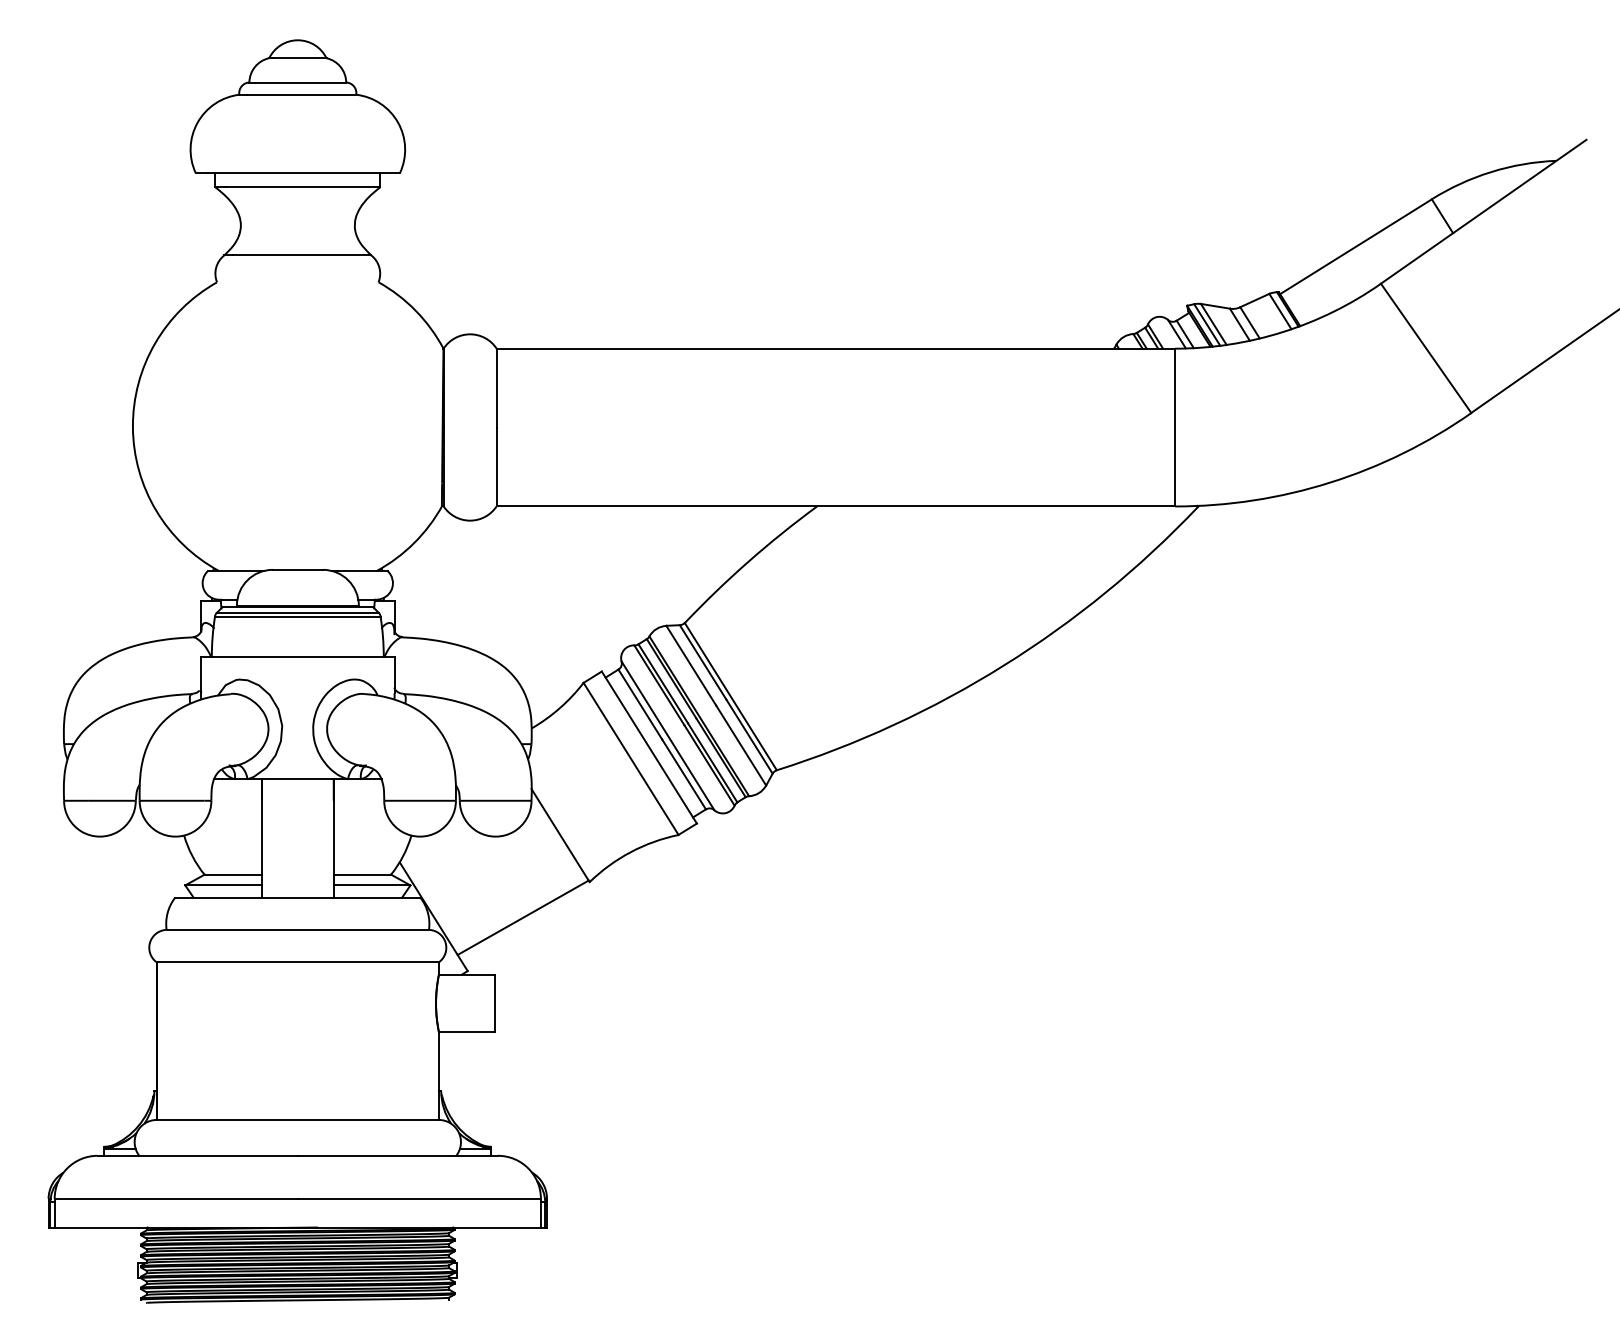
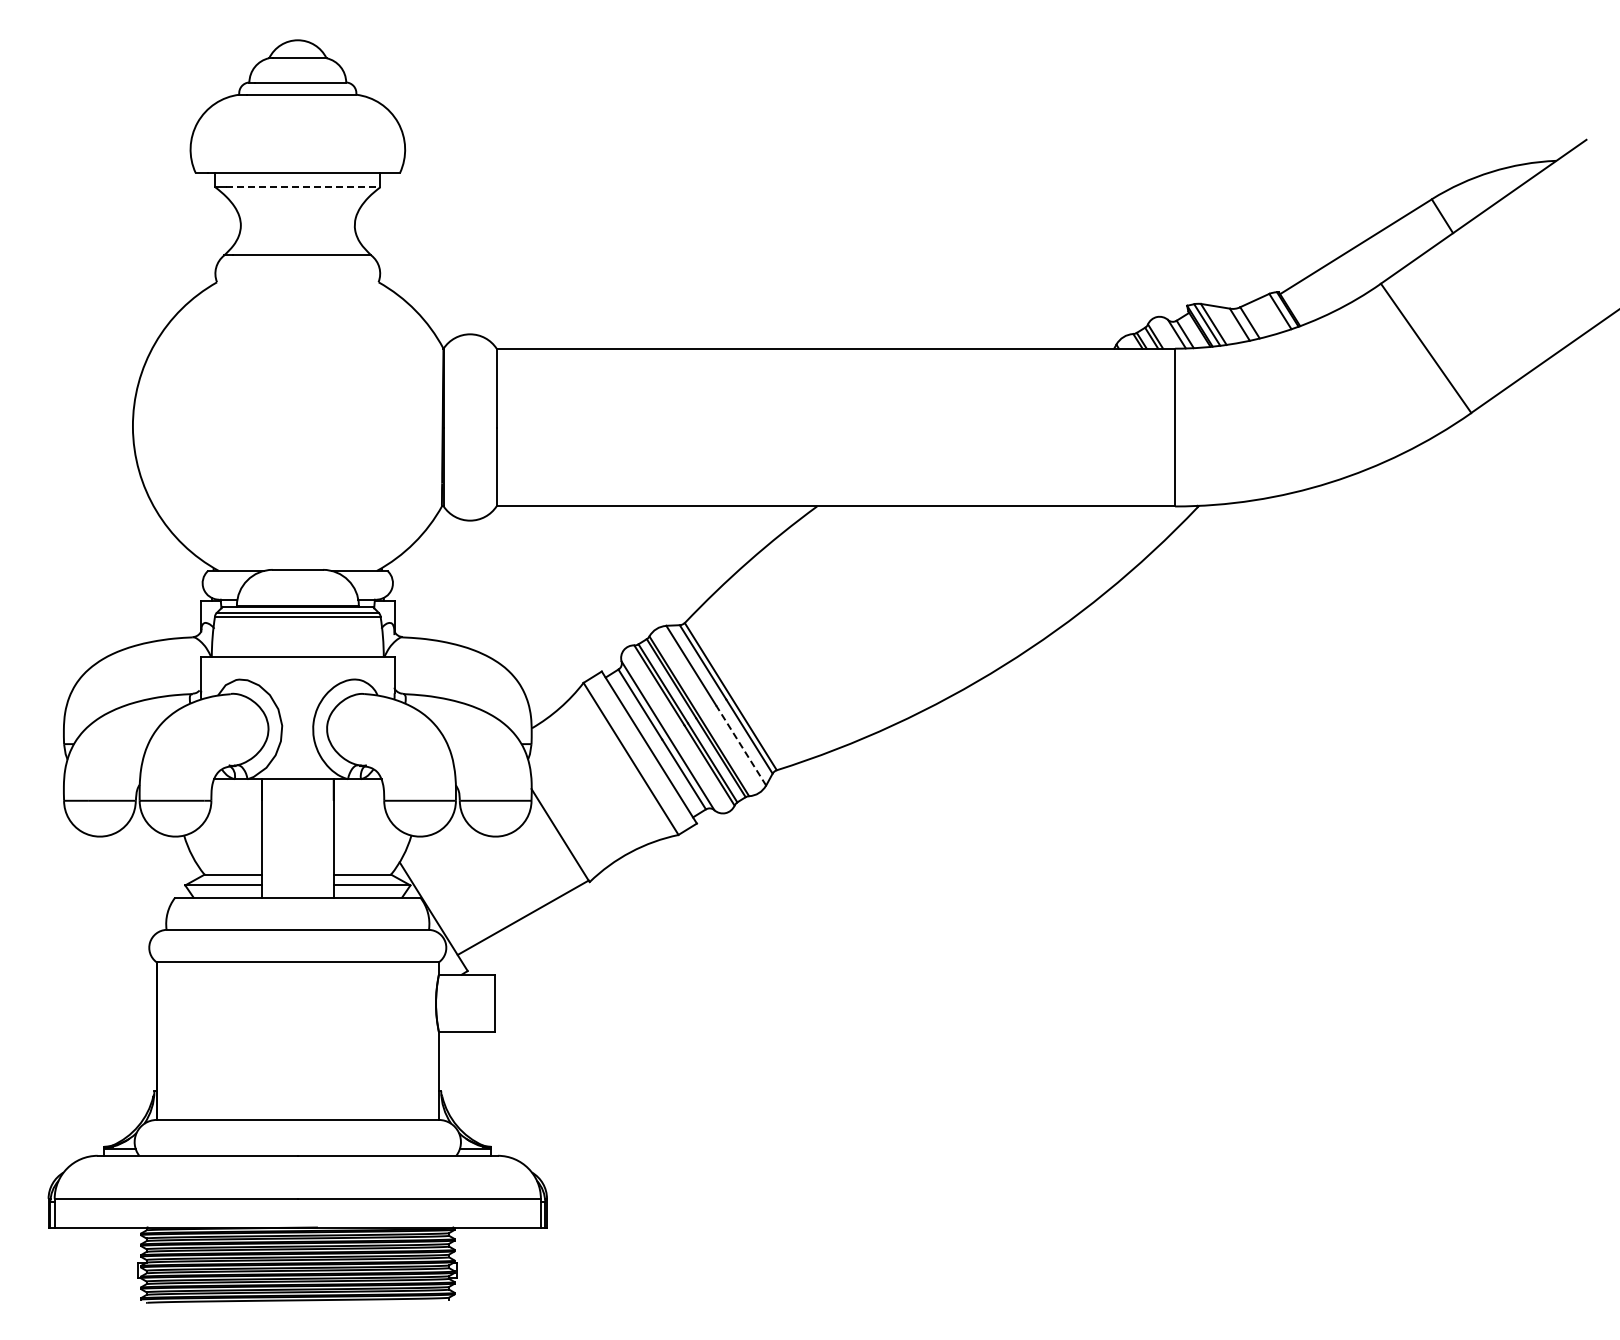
line at (303, 187): solid -> dashed
line at (740, 745): solid -> dashed
